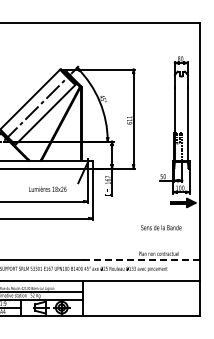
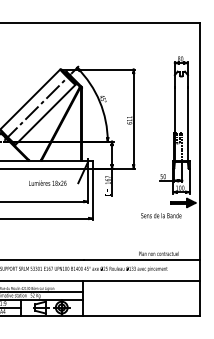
text at (47, 188) position: (47, 188) -> (47, 182)
text at (161, 227) position: (161, 227) -> (161, 215)
line at (141, 260): dashed -> solid
